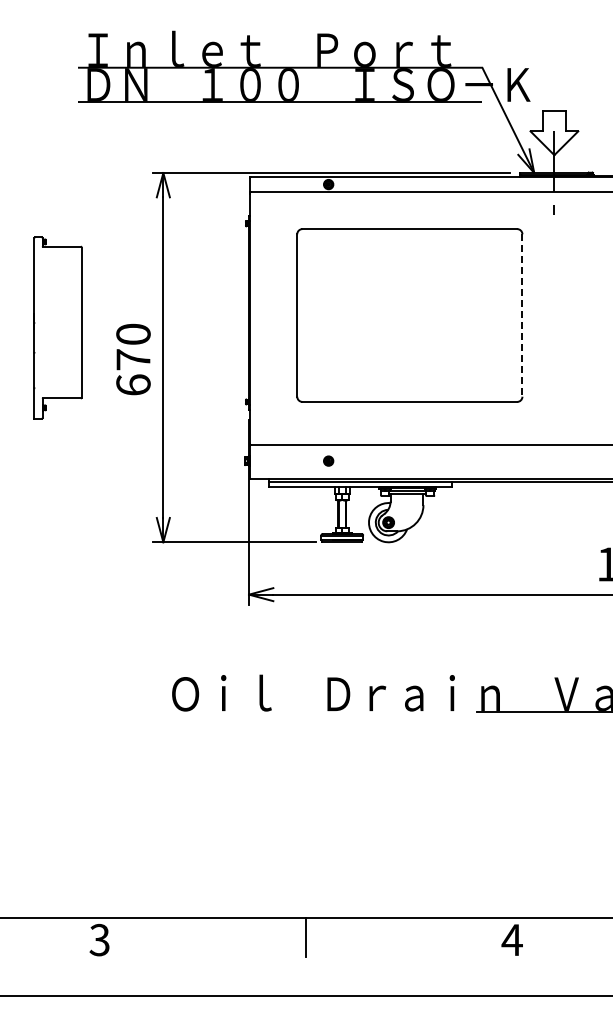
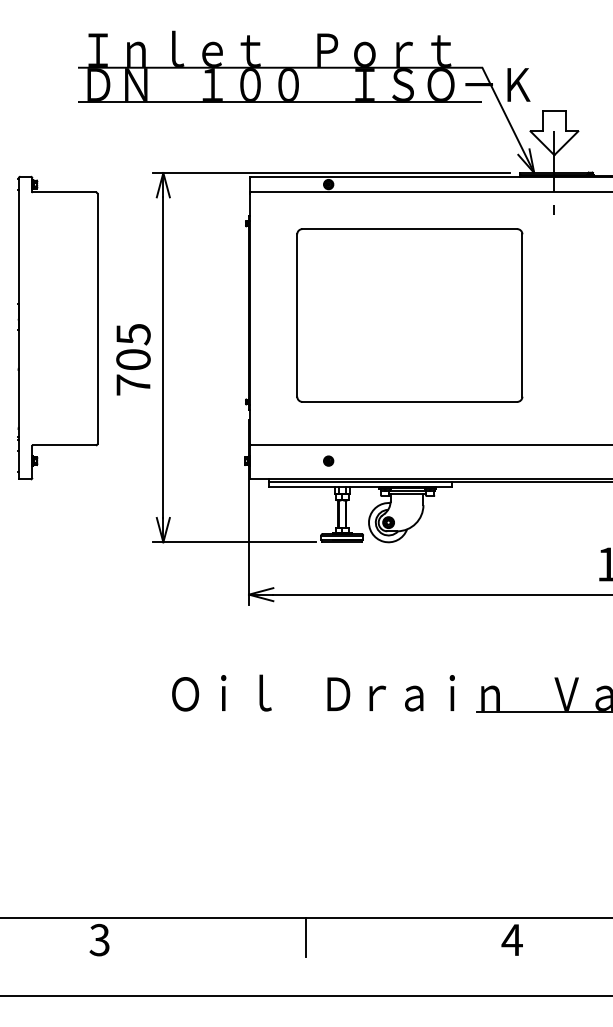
line at (522, 316): dashed -> solid
part at (57, 327) size: 50x184 px -> 82x306 px
text at (133, 359): 670 -> 705
